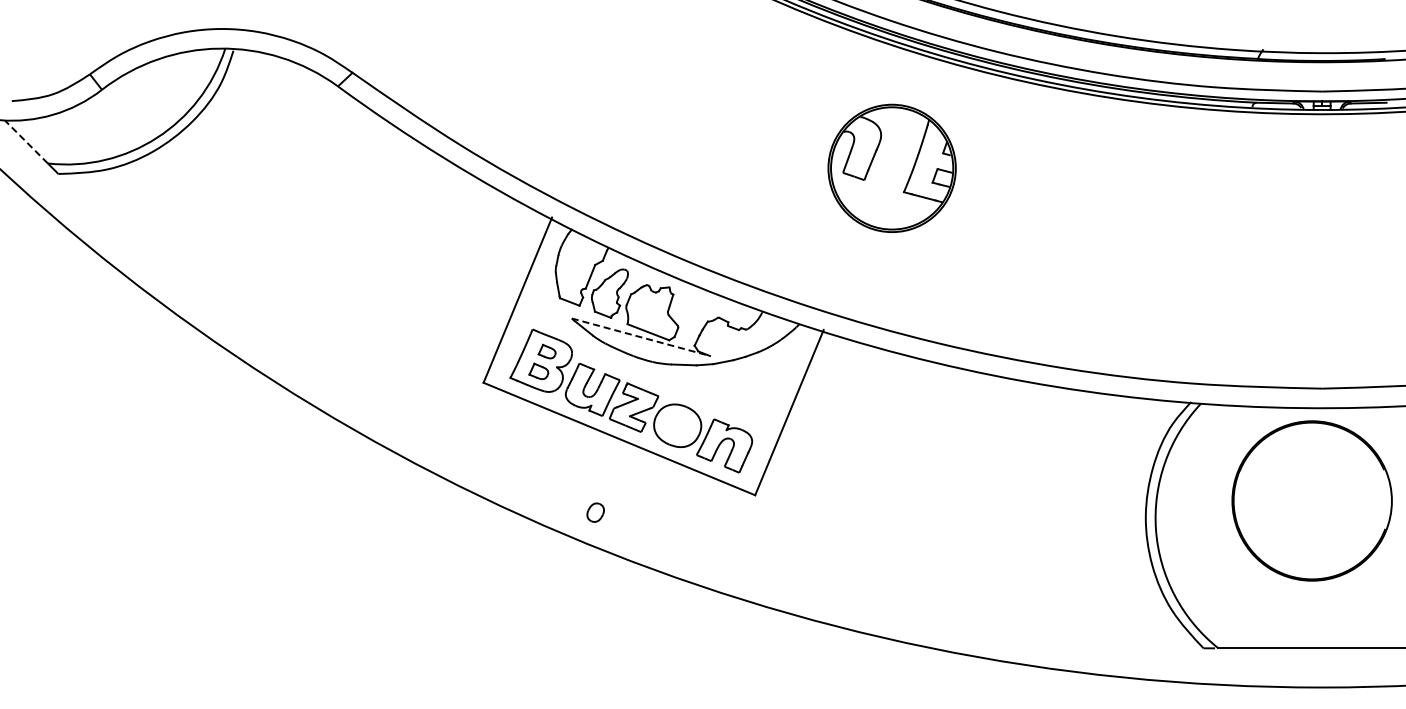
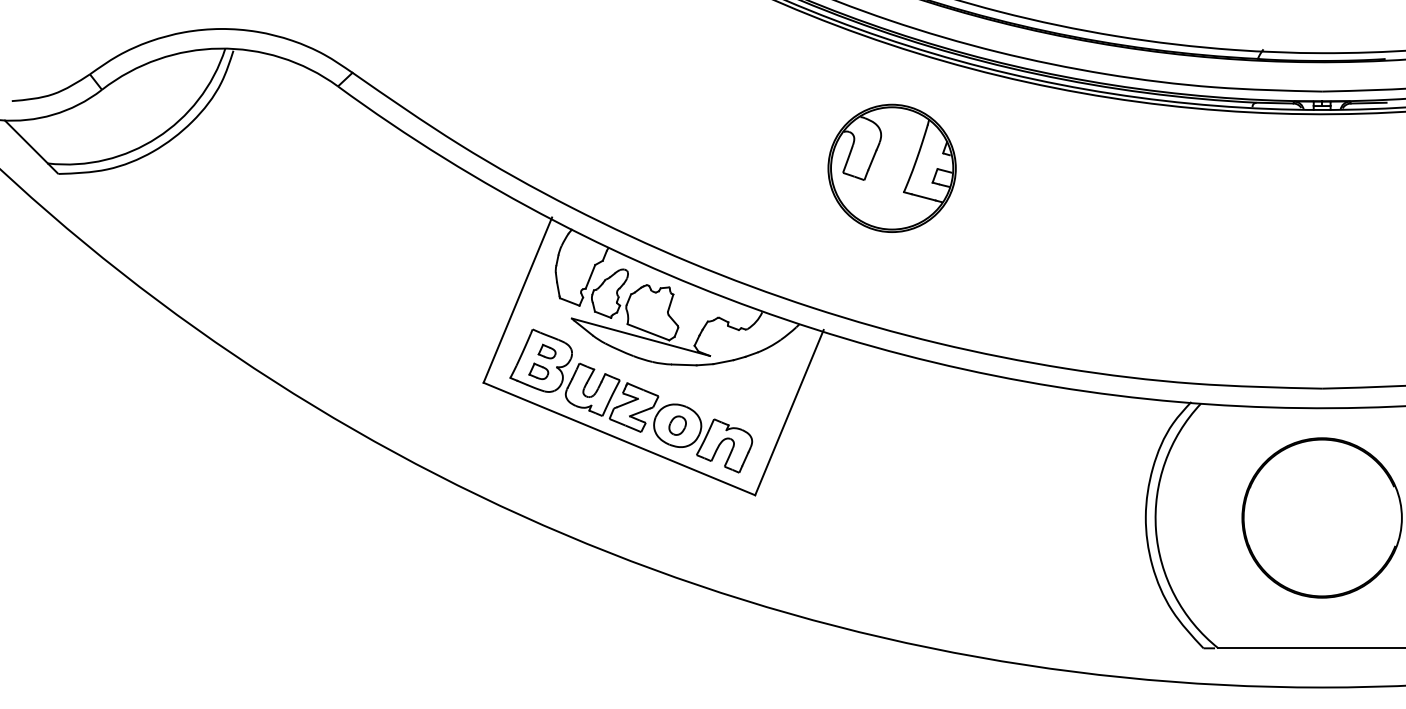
line at (26, 141): dashed -> solid
line at (640, 337): dashed -> solid
circle at (1311, 500) position: (1311, 500) -> (1321, 517)
part at (595, 512) position: (595, 512) -> (677, 425)
